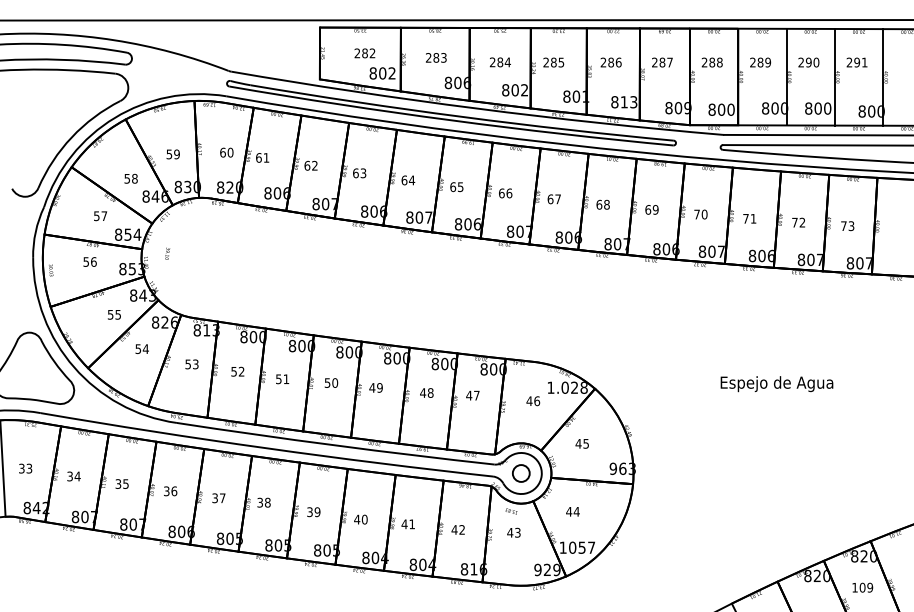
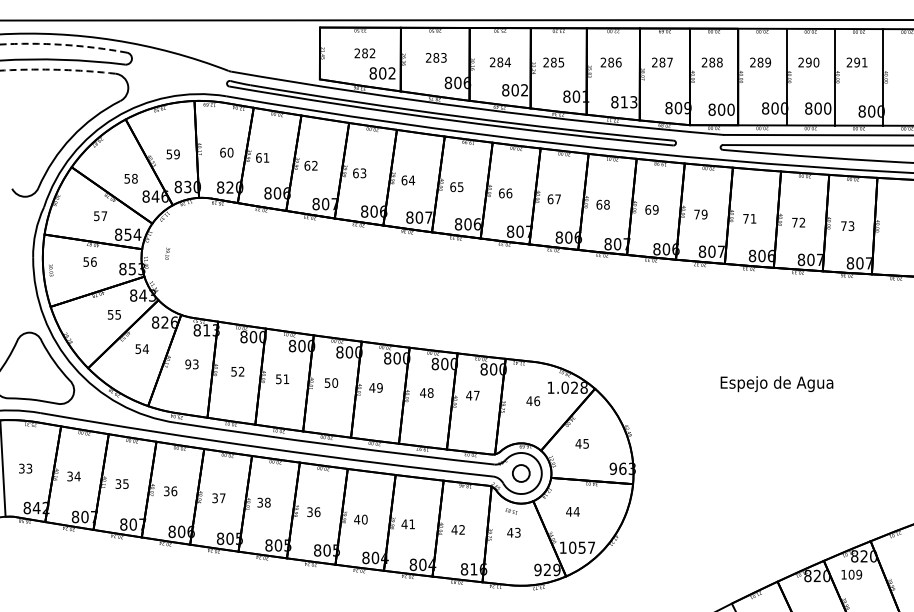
arc at (62, 44): solid -> dashed
arc at (58, 69): solid -> dashed
text at (704, 214): 70 -> 79
text at (188, 363): 53 -> 93
text at (317, 512): 39 -> 36
text at (862, 587) position: (862, 587) -> (851, 574)
